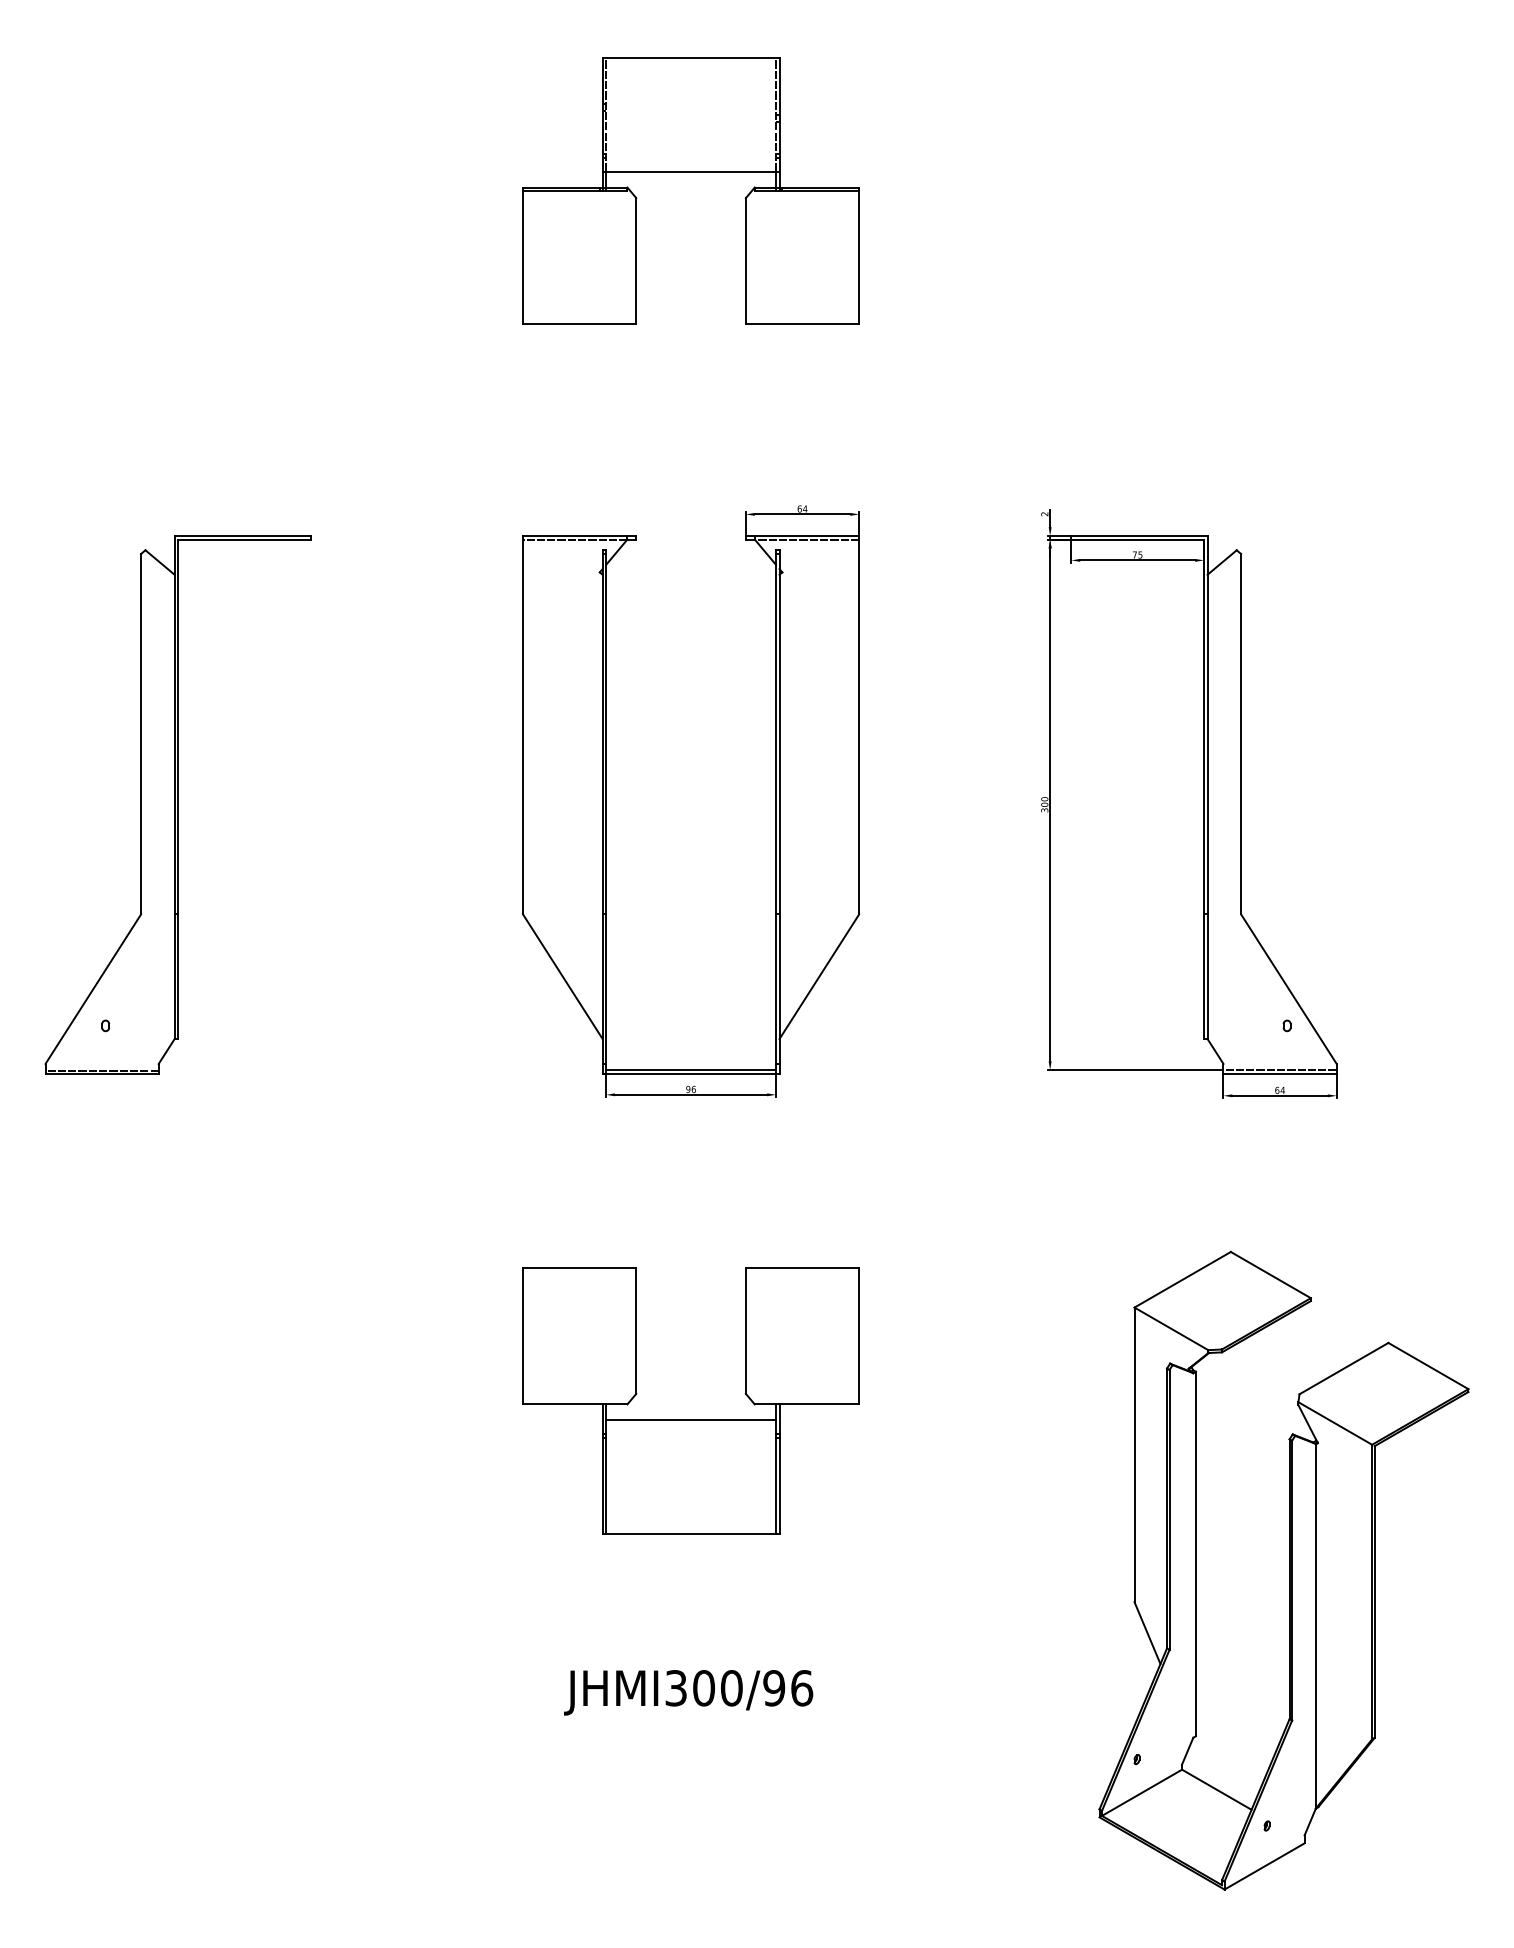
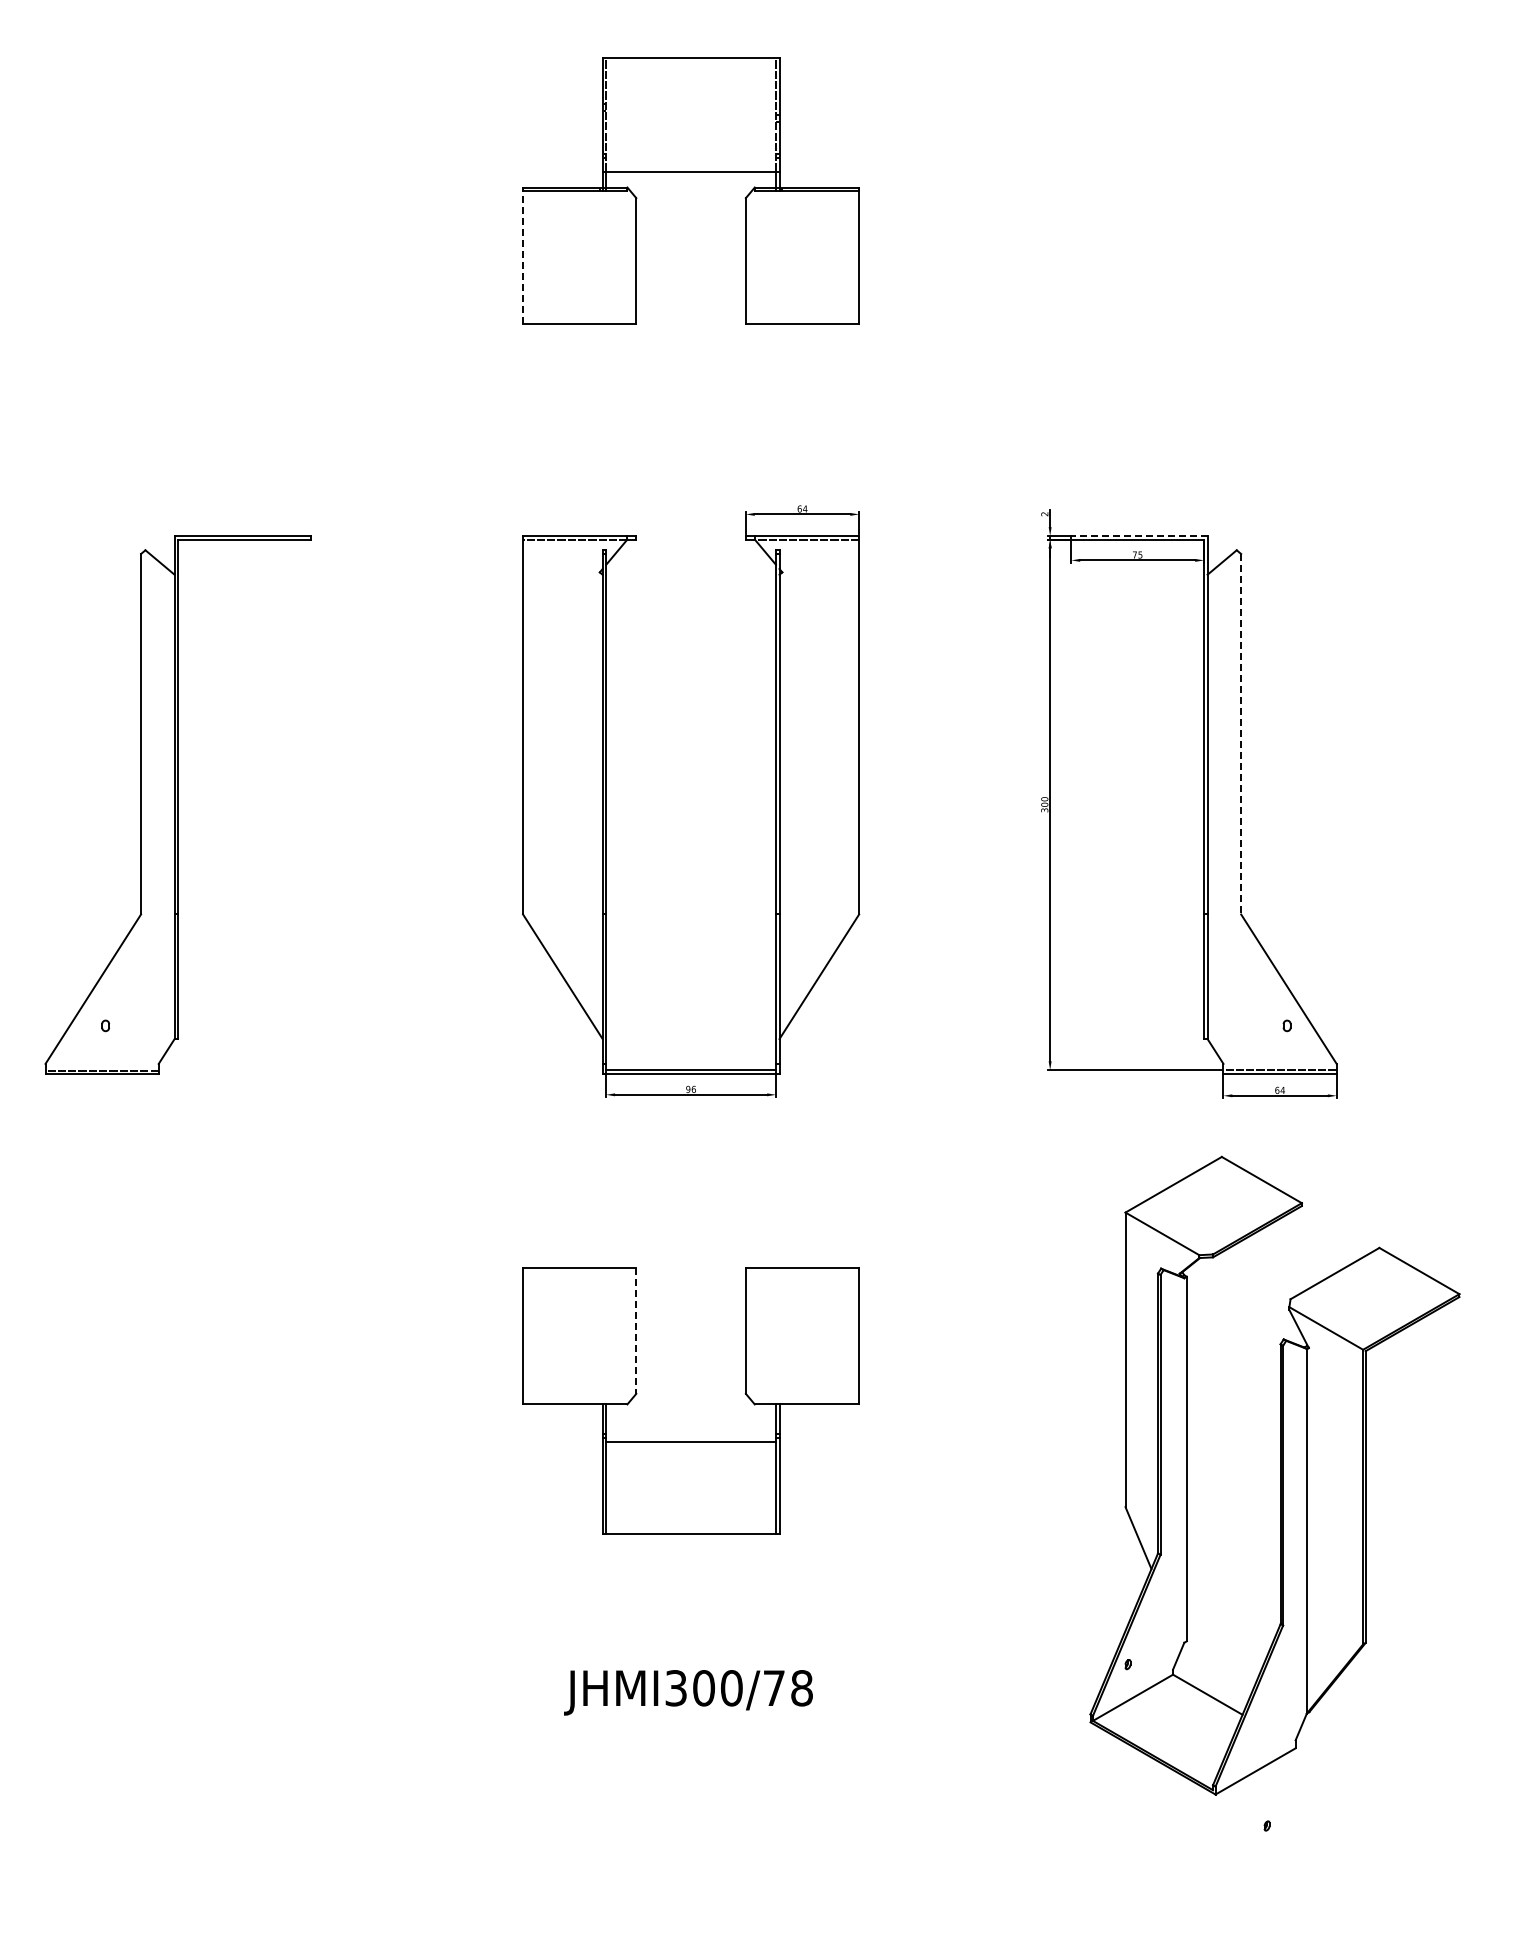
line at (523, 256): solid -> dashed
line at (1138, 535): solid -> dashed
line at (1241, 734): solid -> dashed
line at (636, 1331): solid -> dashed
line at (691, 1420) position: (691, 1420) -> (691, 1442)
part at (1283, 1570) position: (1283, 1570) -> (1274, 1475)
text at (788, 1688): JHMI300/96 -> JHMI300/78
